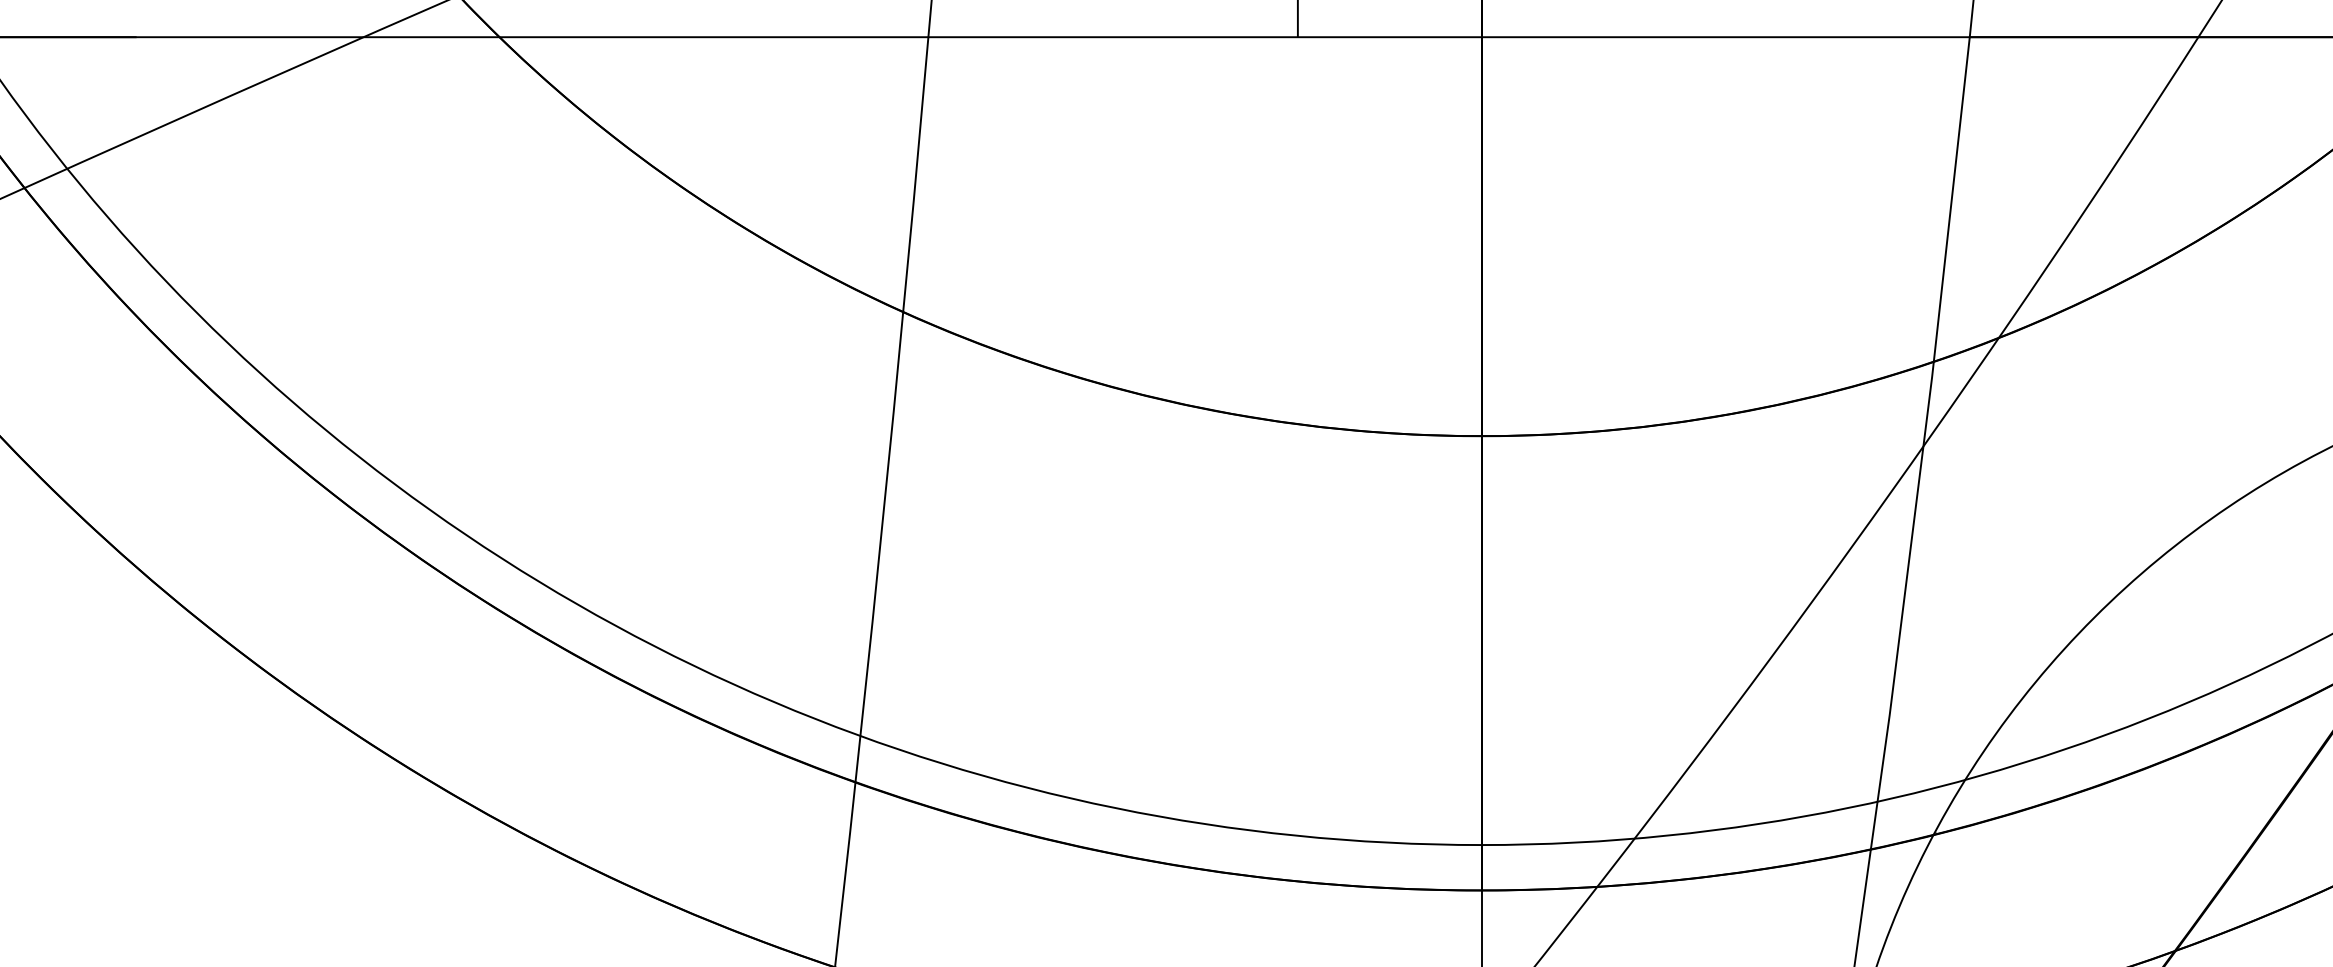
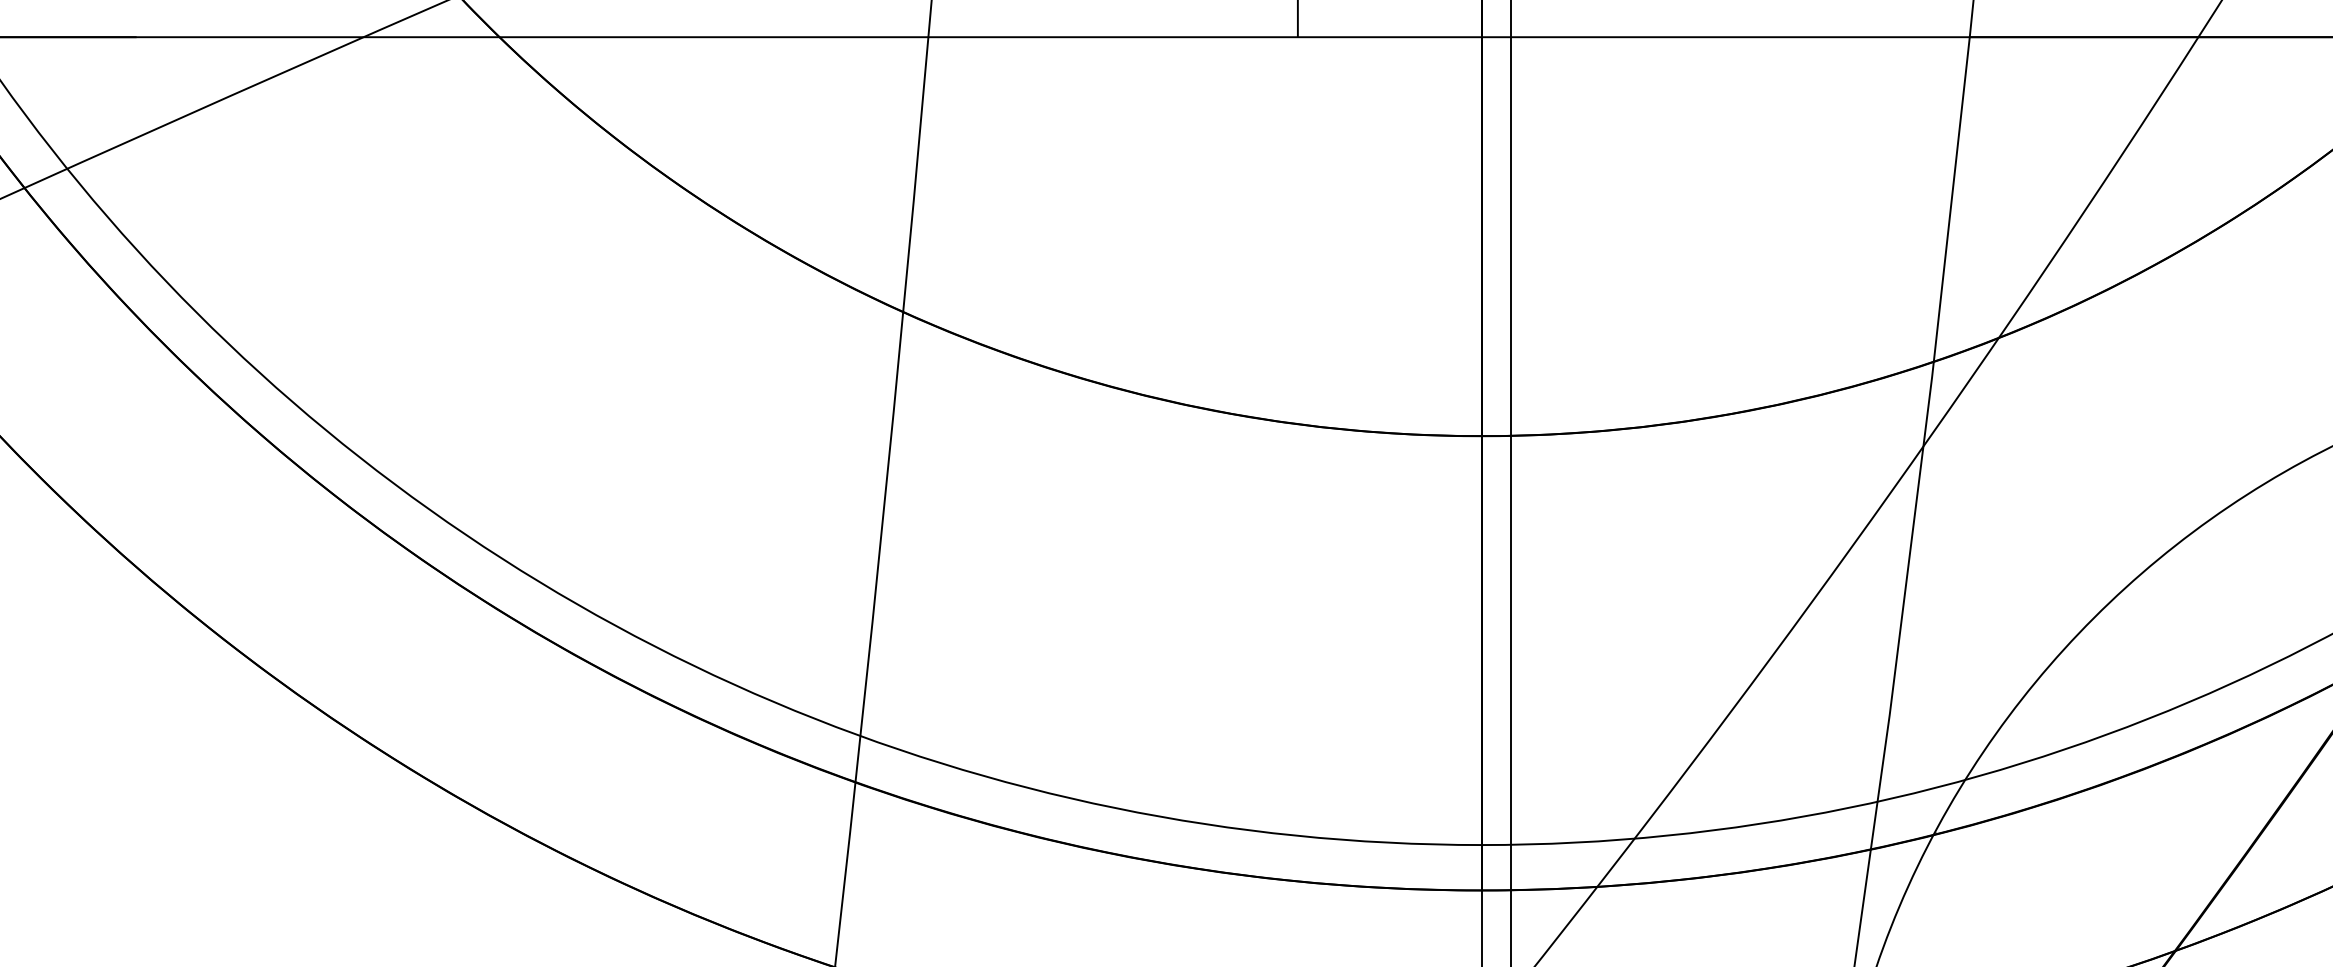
line at (1511, 482): none -> present
